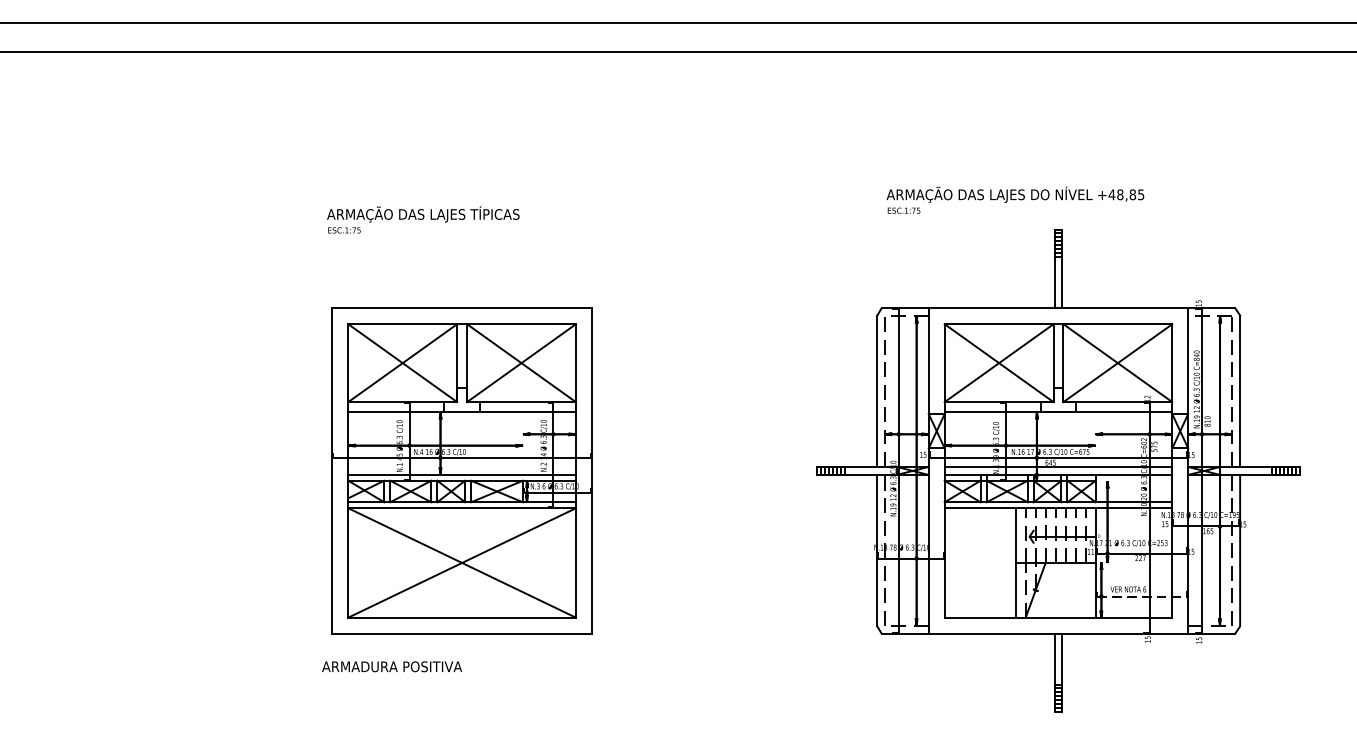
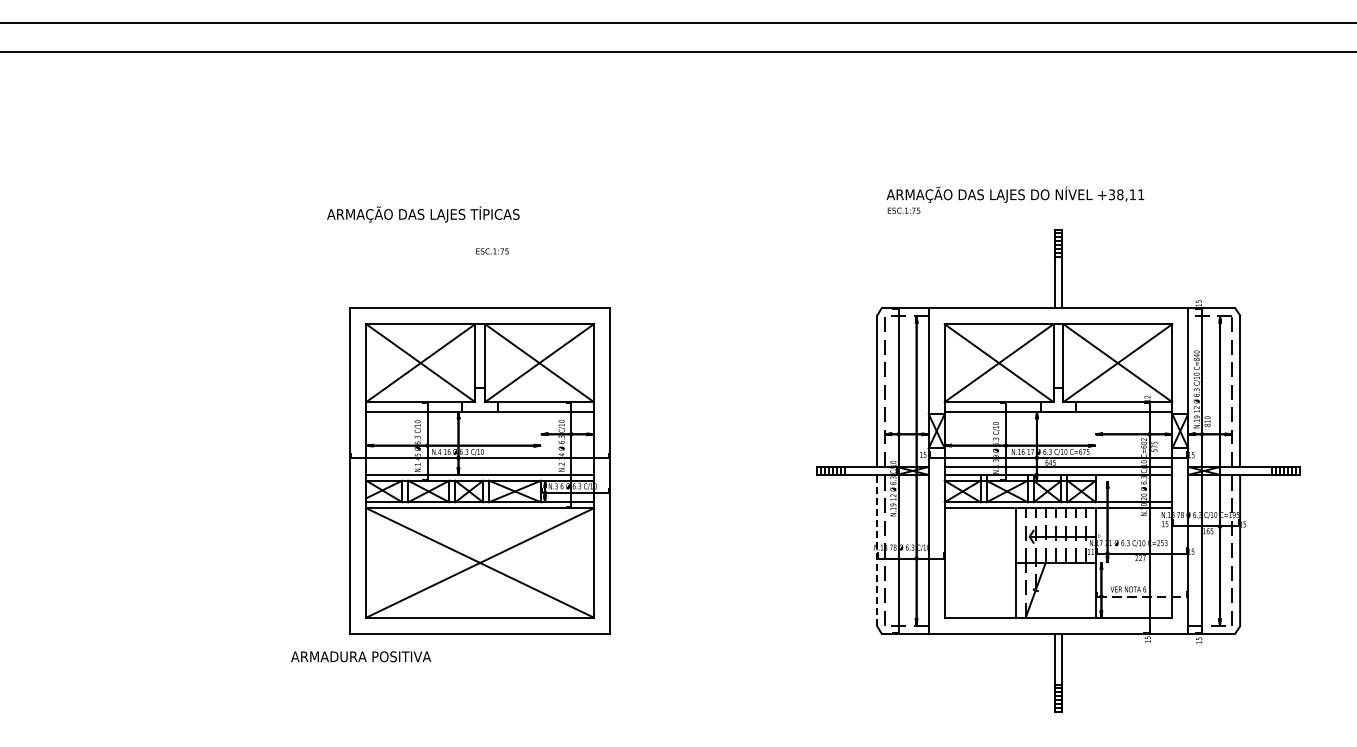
text at (1126, 194): +48,85 -> +38,11
text at (344, 230) position: (344, 230) -> (492, 251)
part at (461, 470) position: (461, 470) -> (479, 470)
line at (876, 549): solid -> dashed
text at (391, 666) position: (391, 666) -> (360, 656)
